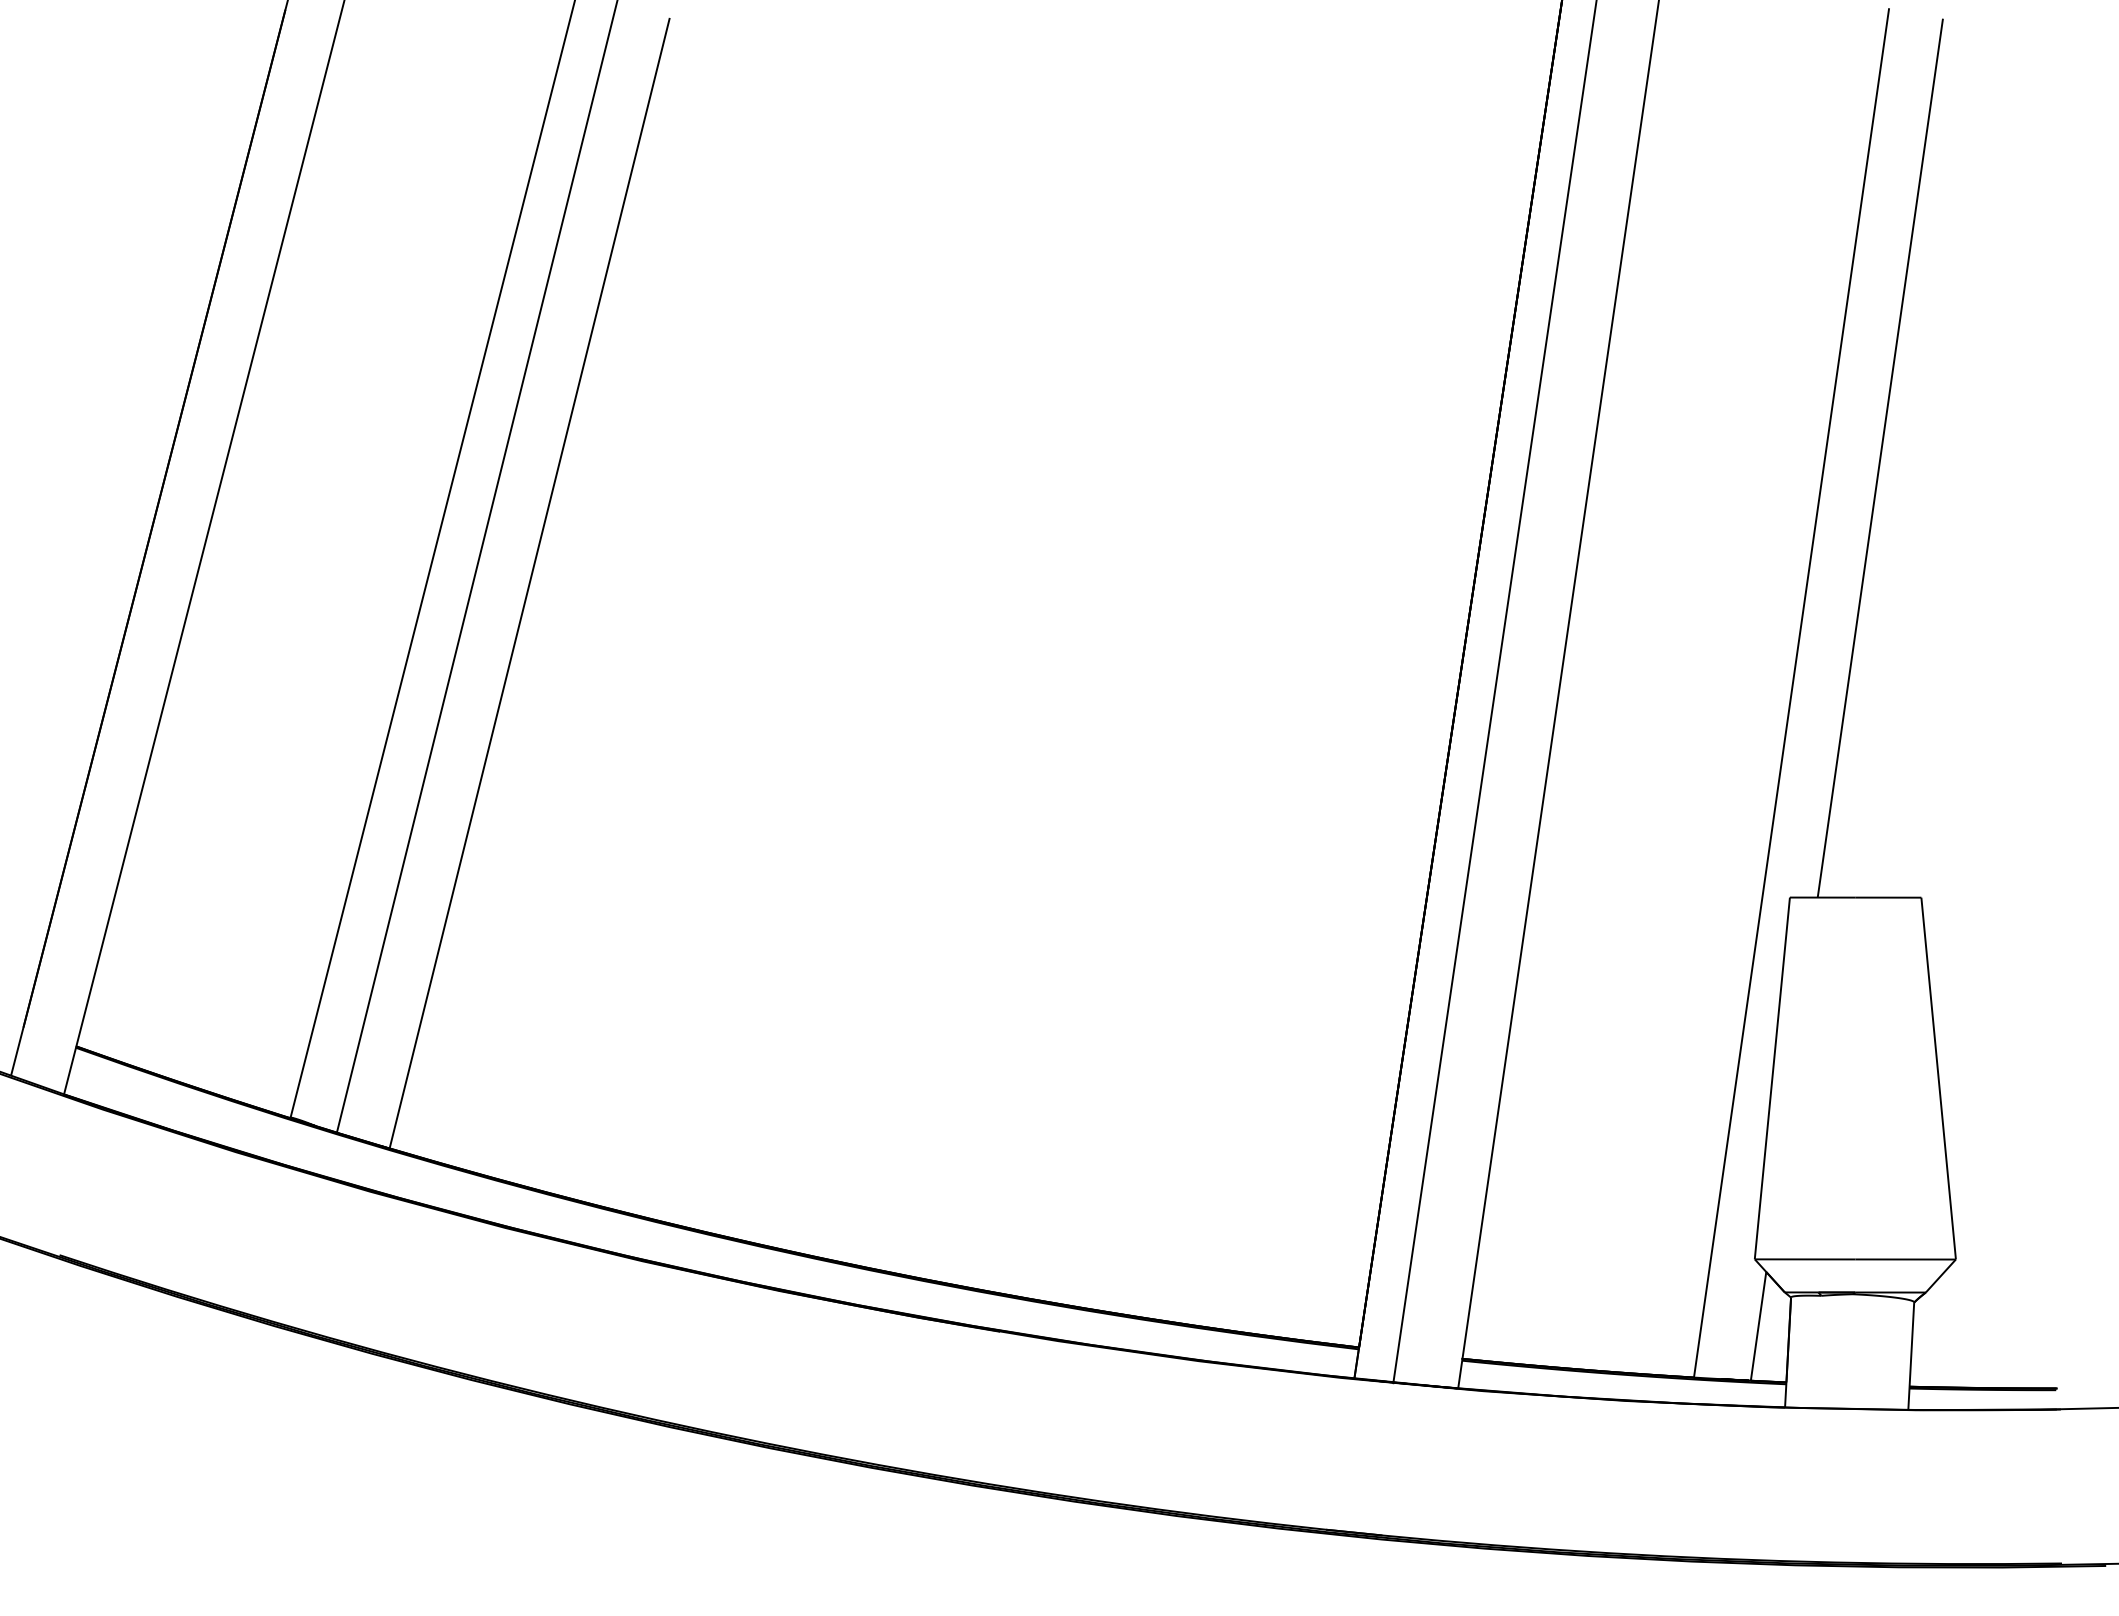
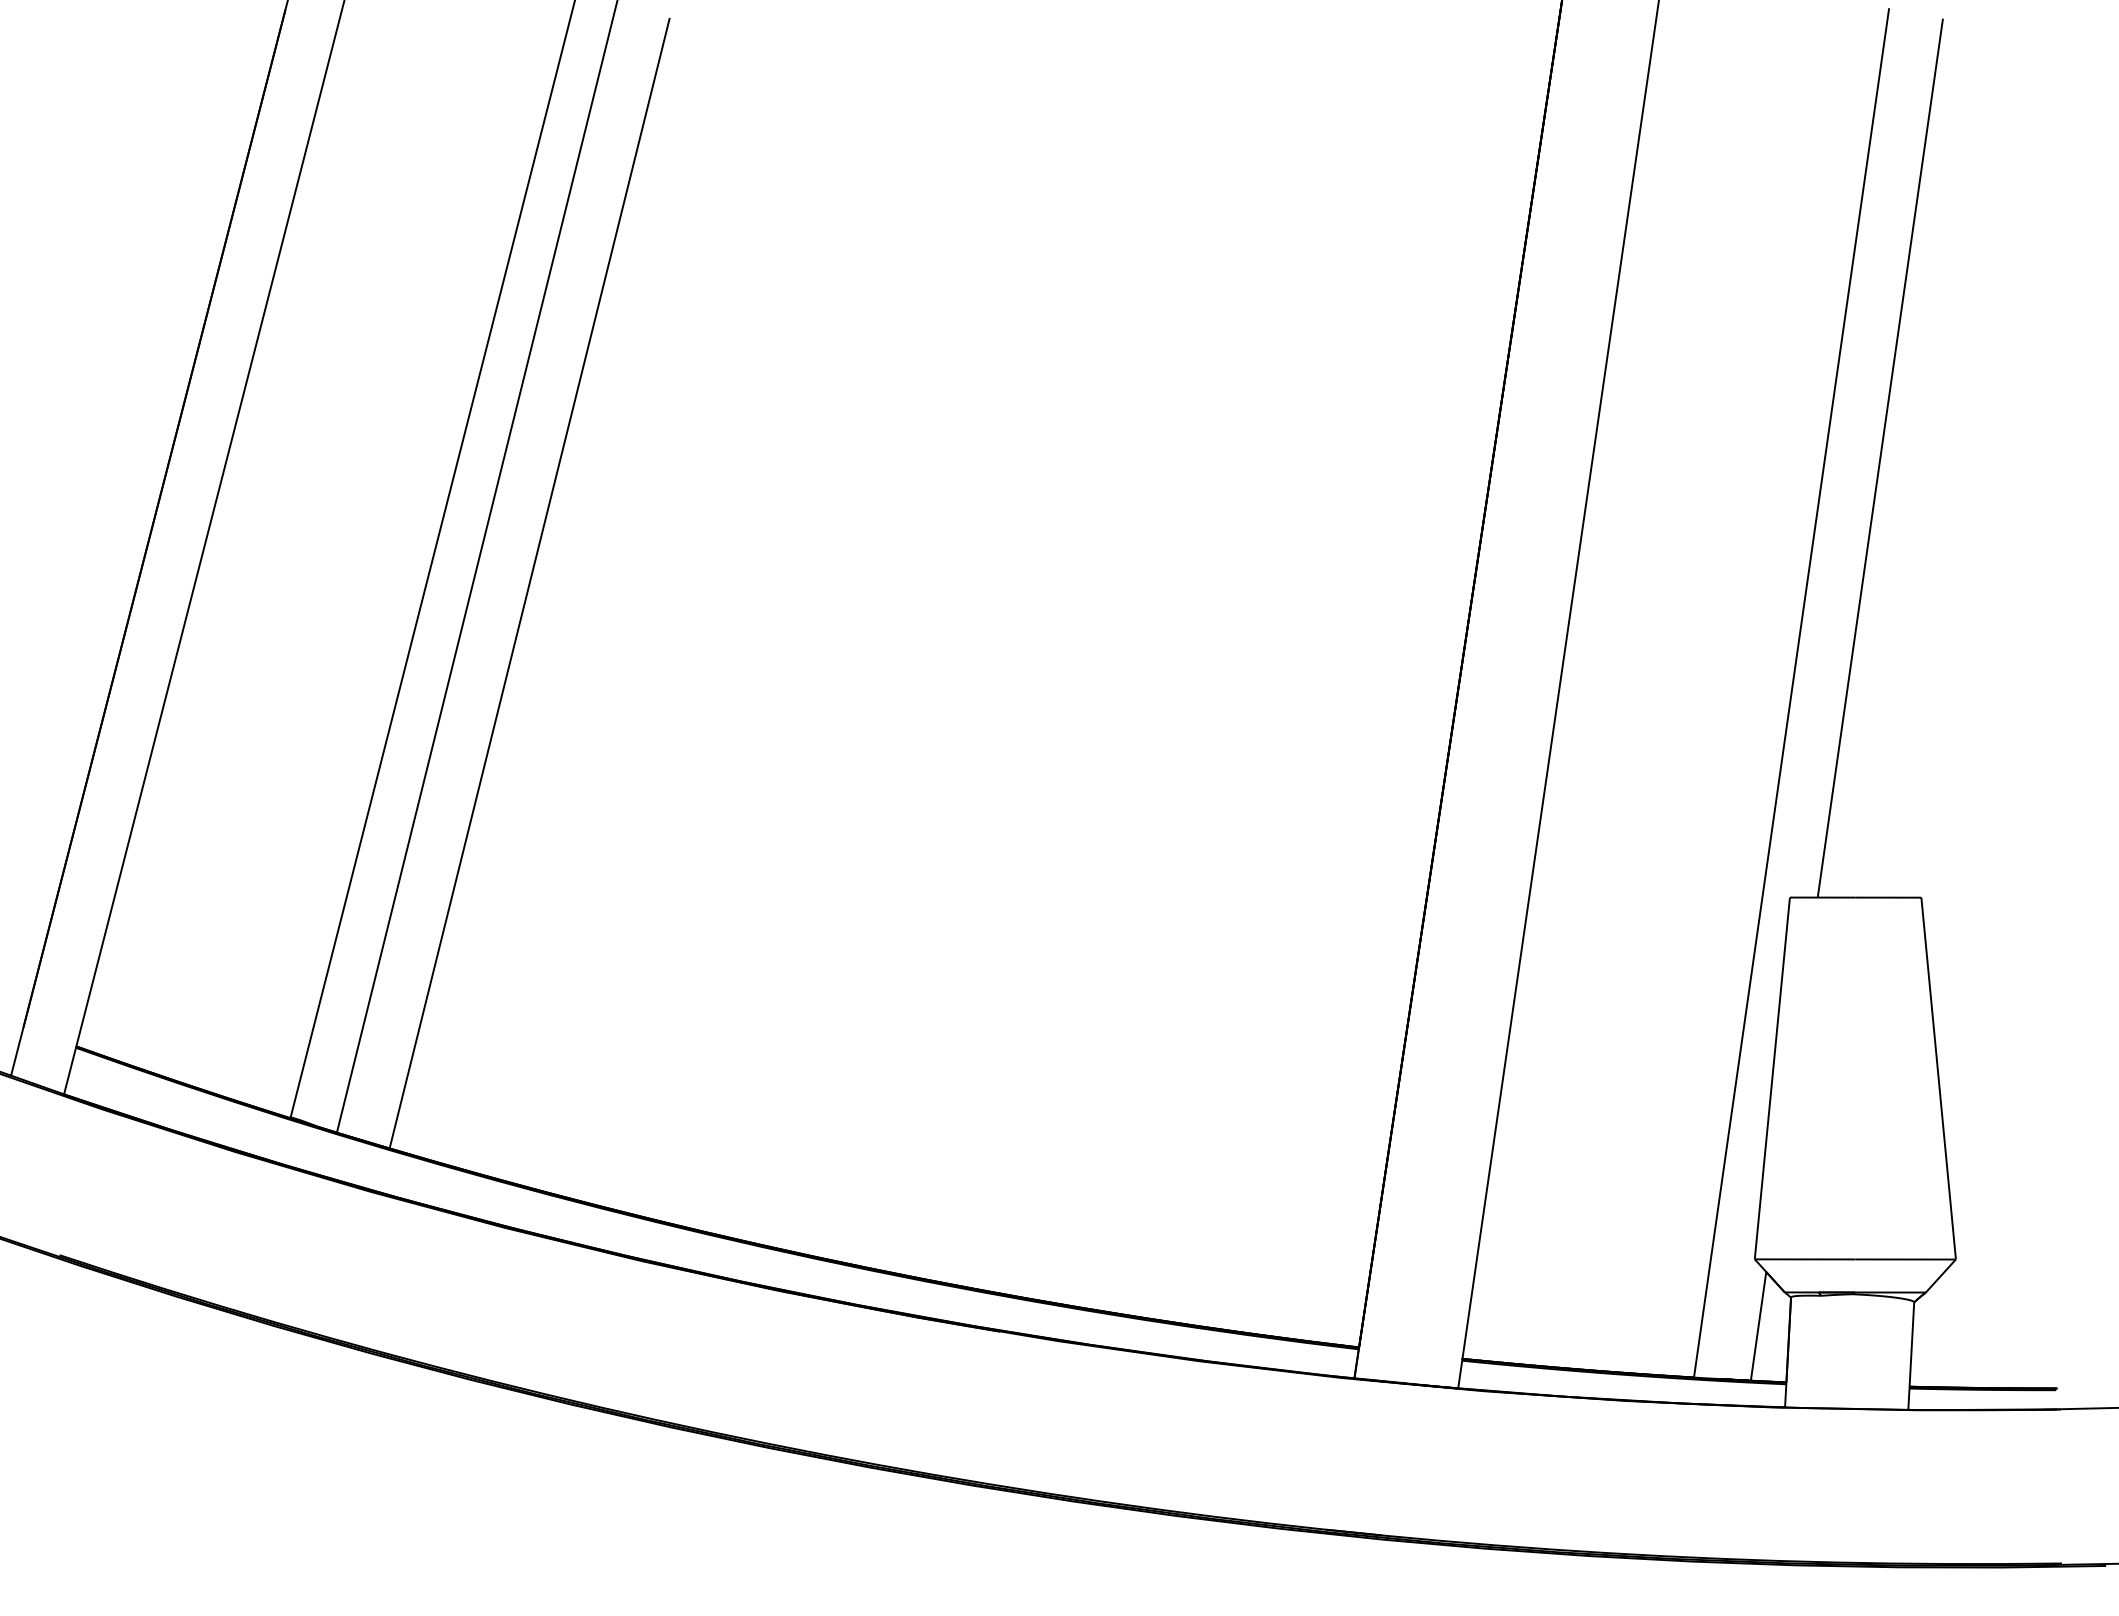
line at (1494, 692): present -> none
